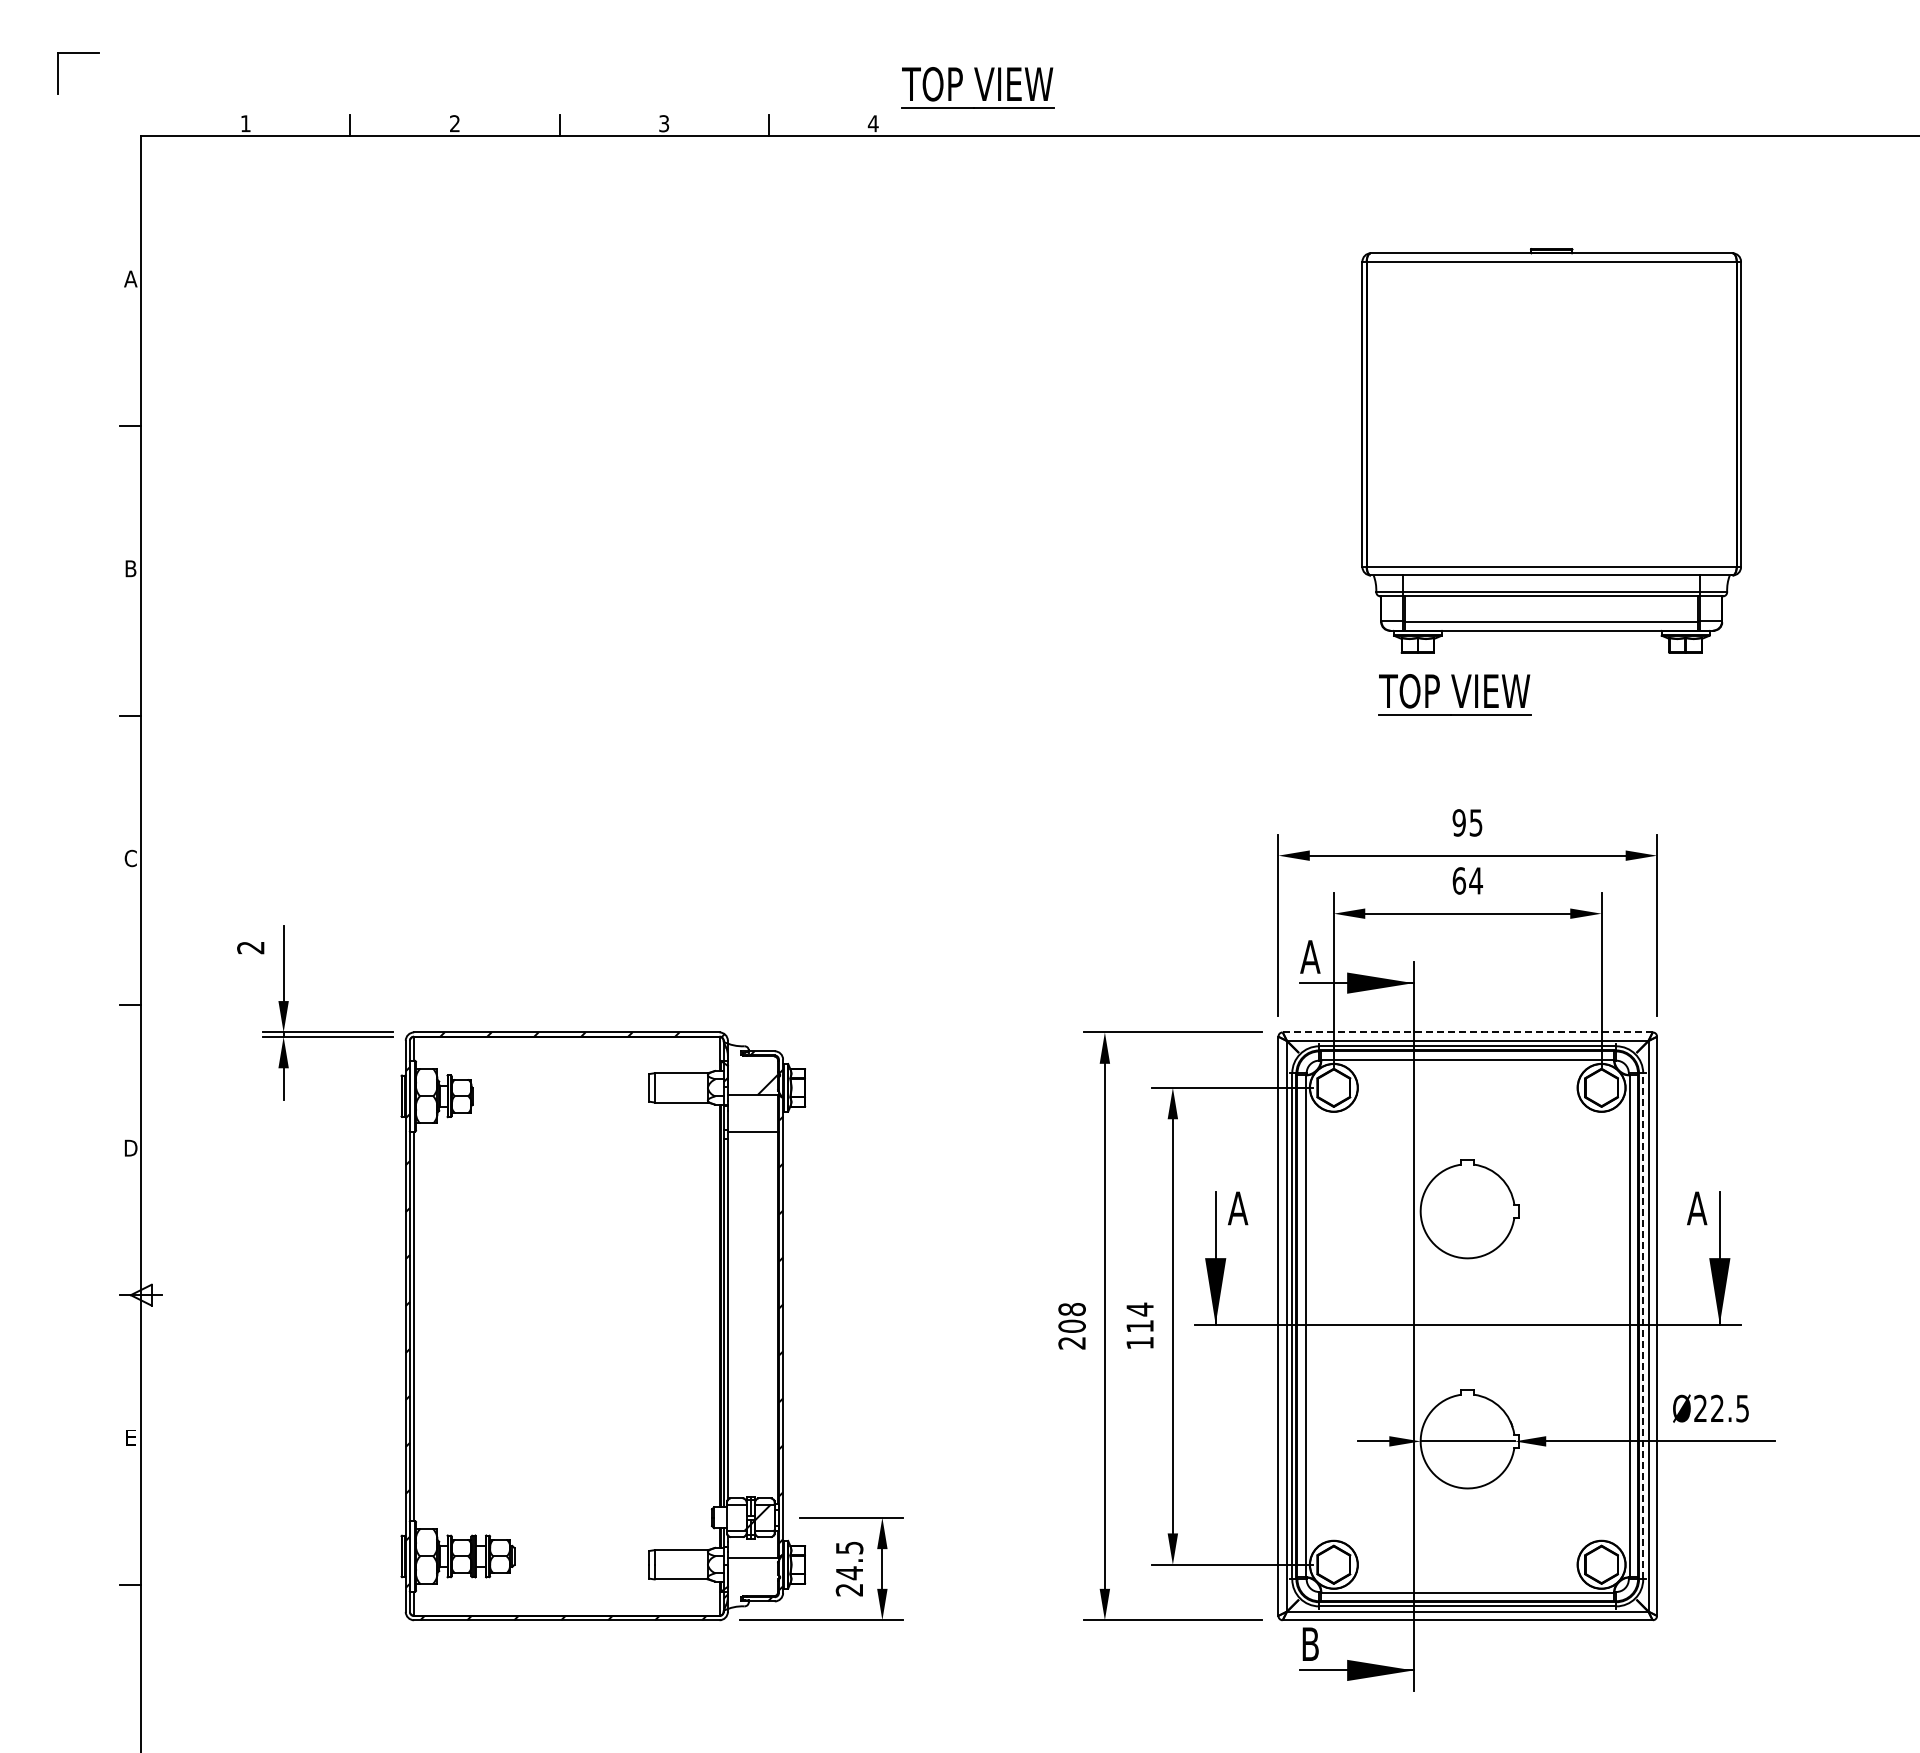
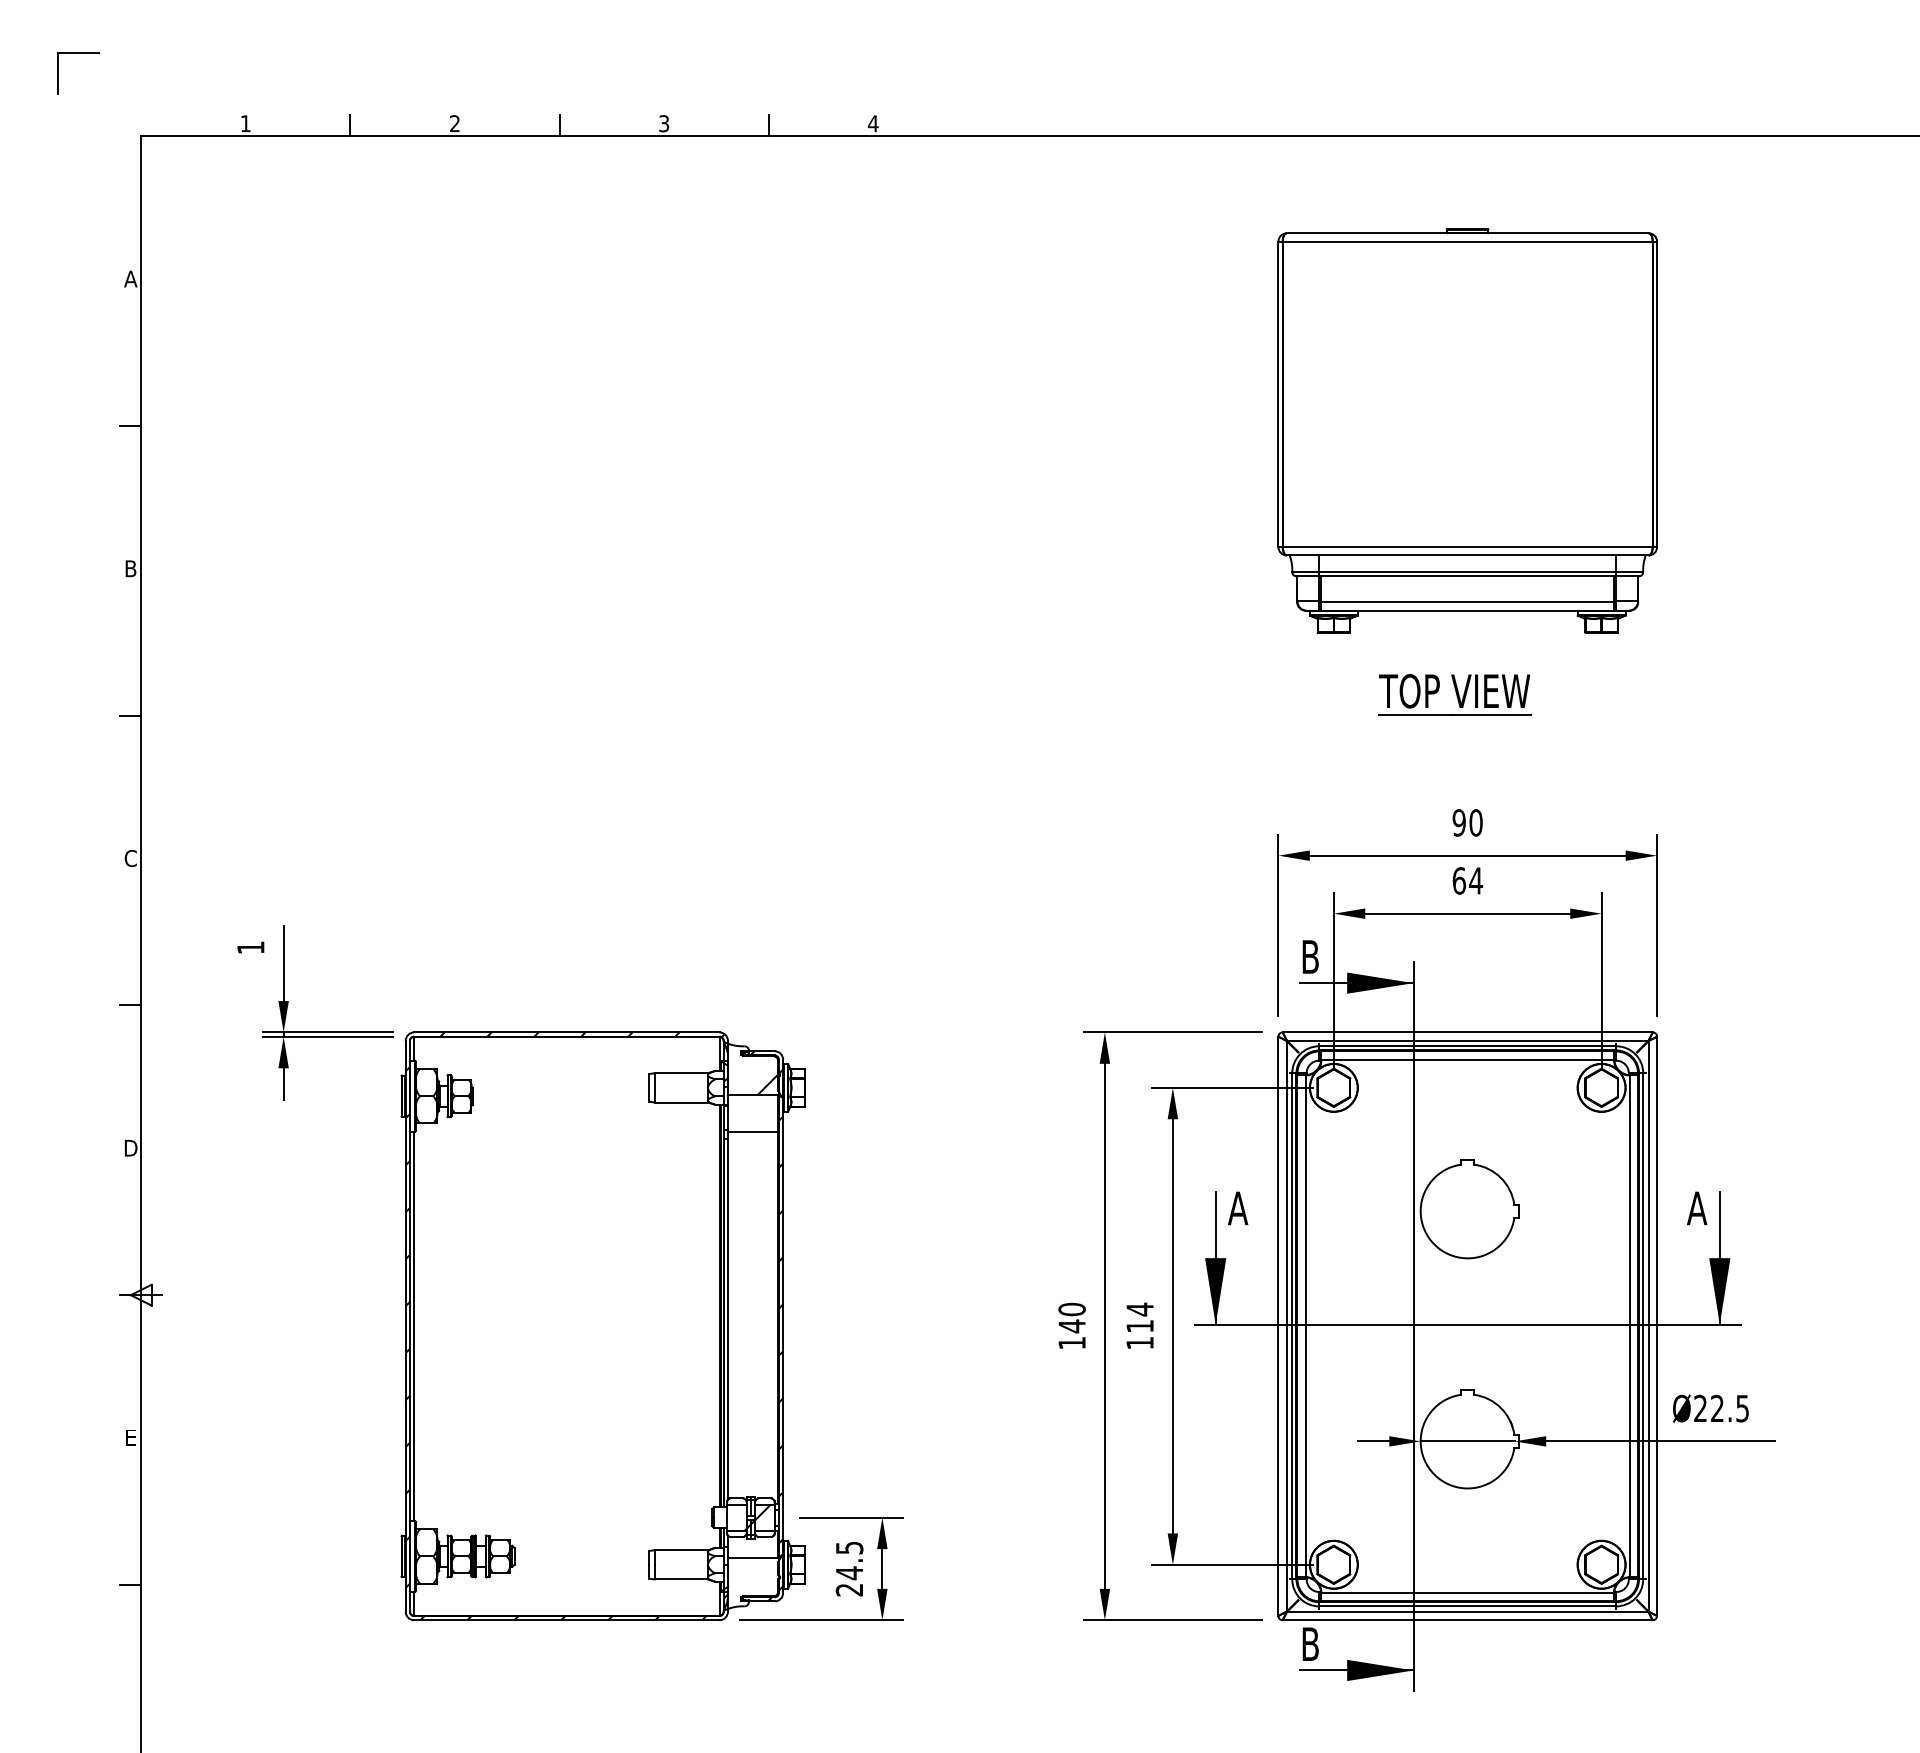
part at (977, 87): present -> none
part at (1551, 450) position: (1551, 450) -> (1467, 430)
text at (1475, 822): 95 -> 90
text at (250, 947): 2 -> 1
text at (1310, 956): A -> B
line at (1467, 1032): dashed -> solid
text at (1071, 1325): 208 -> 140
line at (1643, 1325): dashed -> solid
